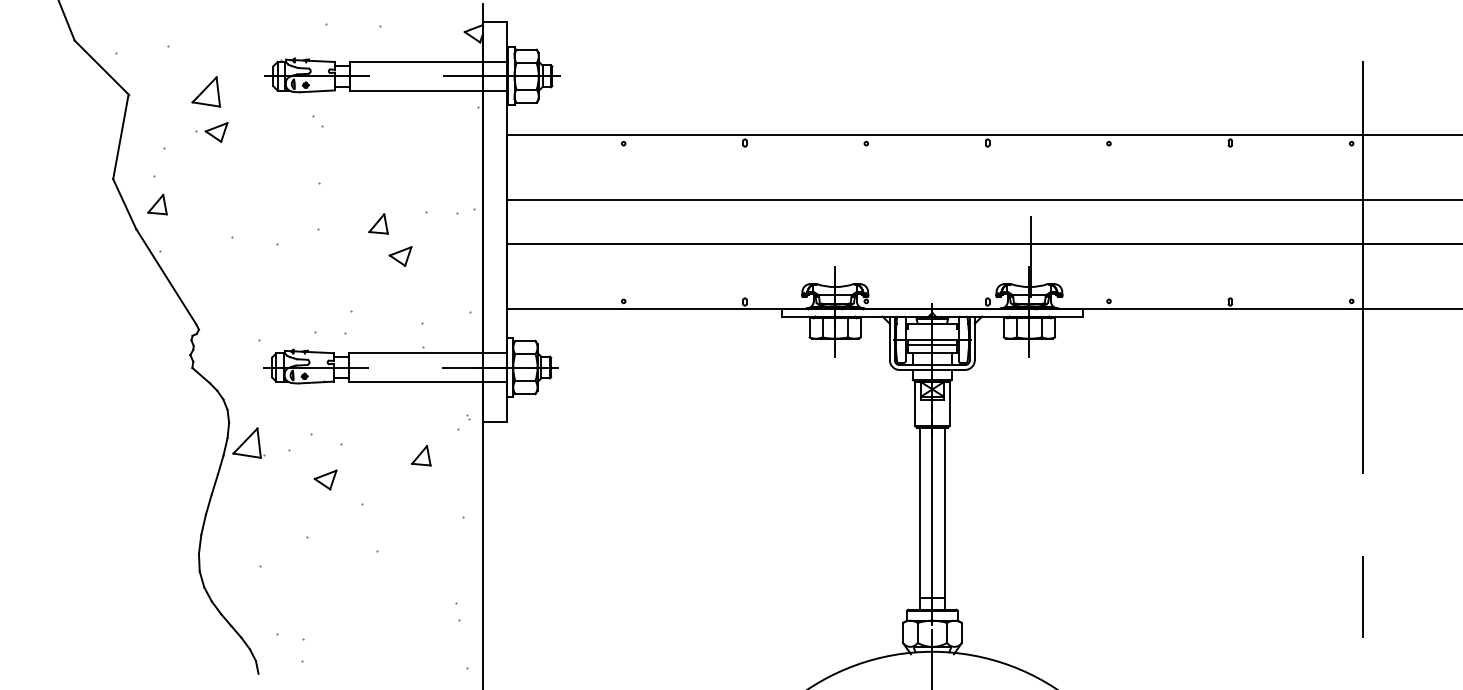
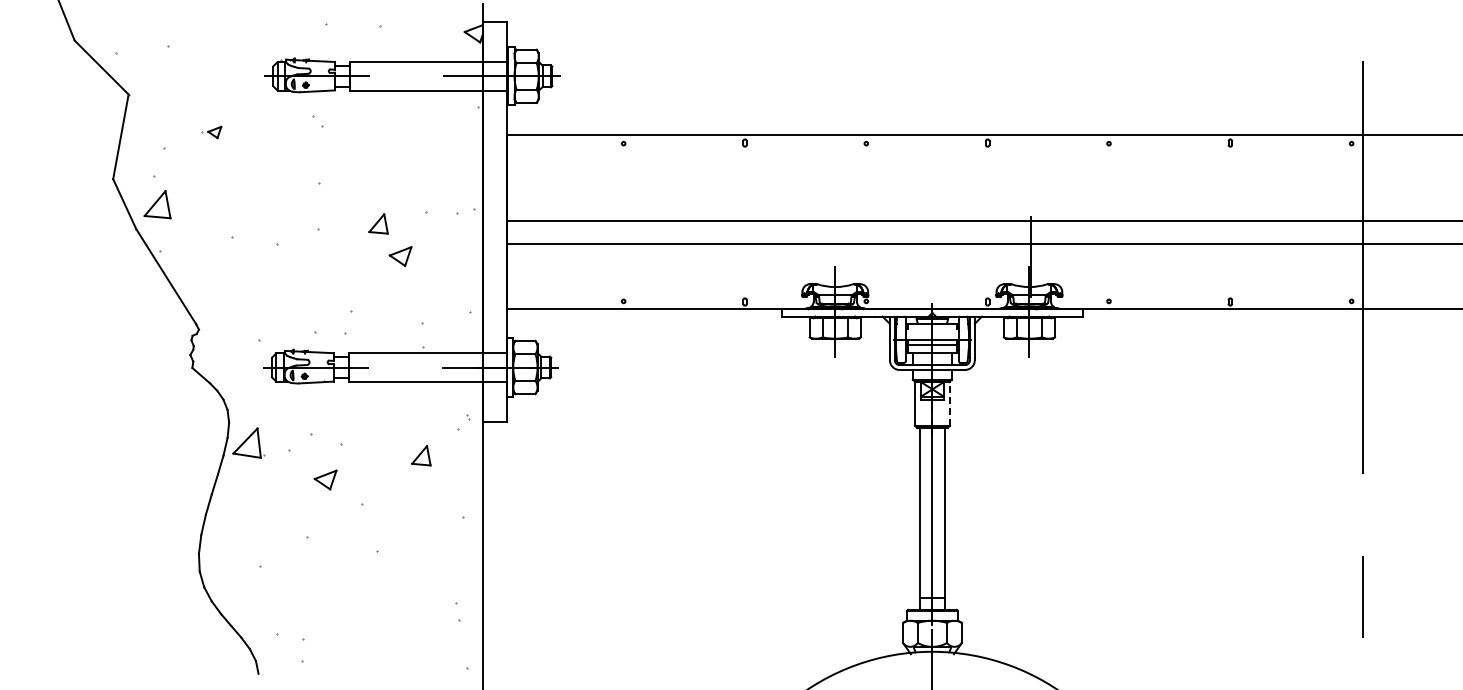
part at (205, 91): present -> none
part at (211, 132) size: 34x21 px -> 22x15 px
line at (983, 200) position: (983, 200) -> (983, 221)
part at (157, 204) size: 21x23 px -> 29x30 px
line at (949, 403): solid -> dashed
